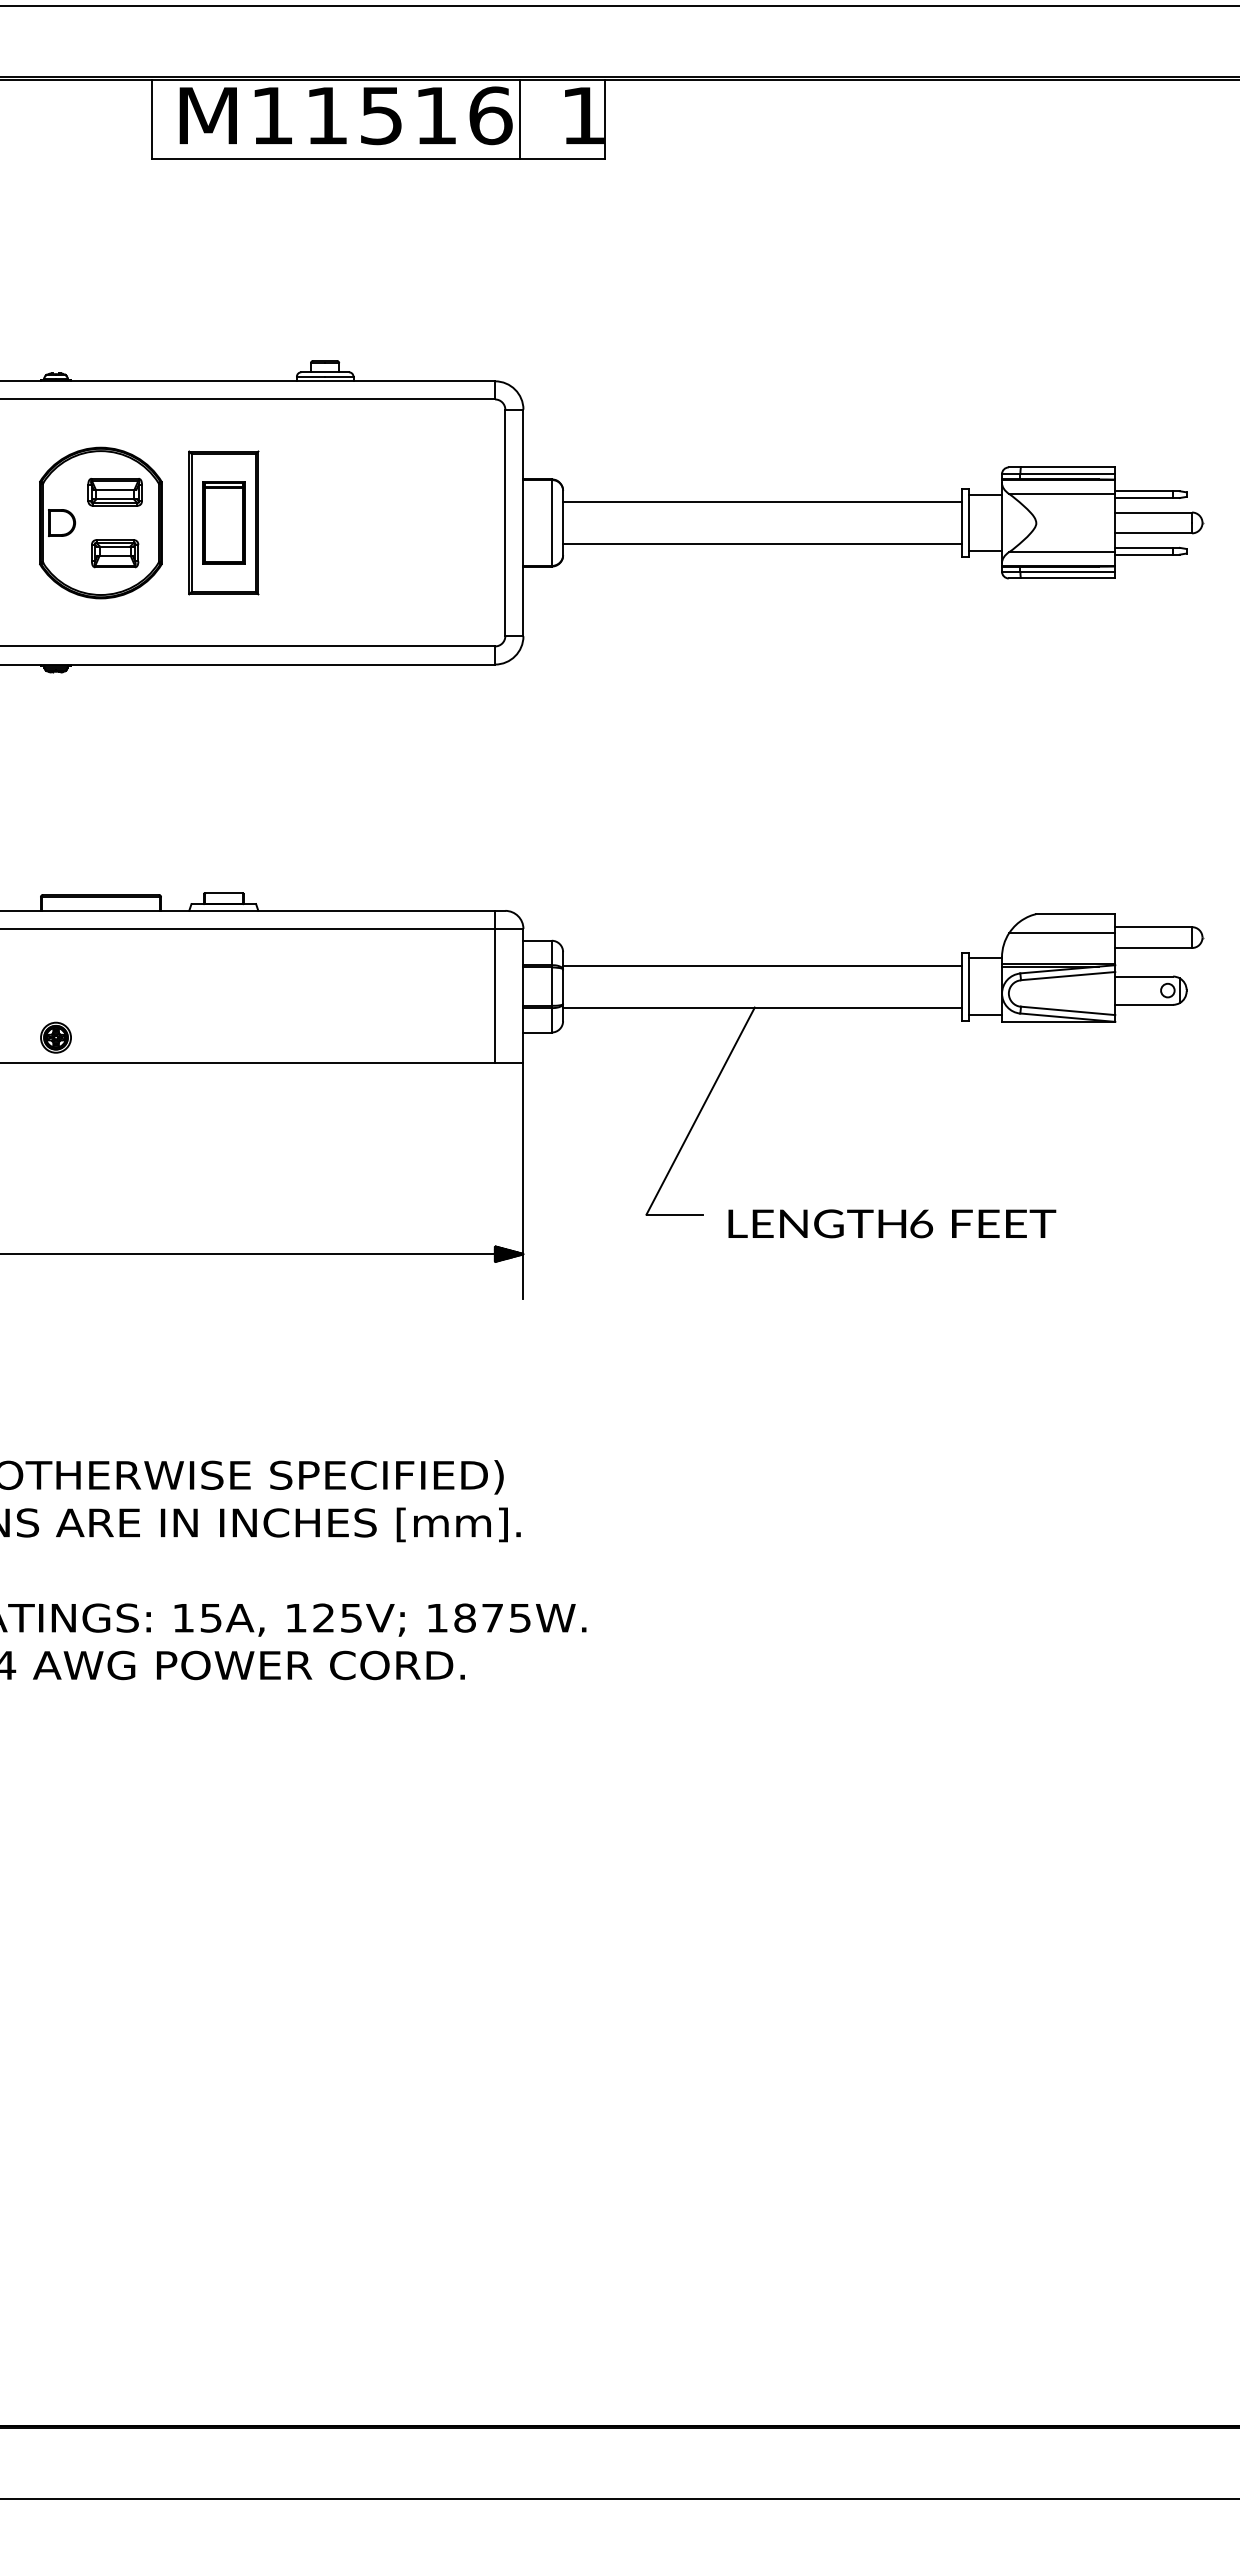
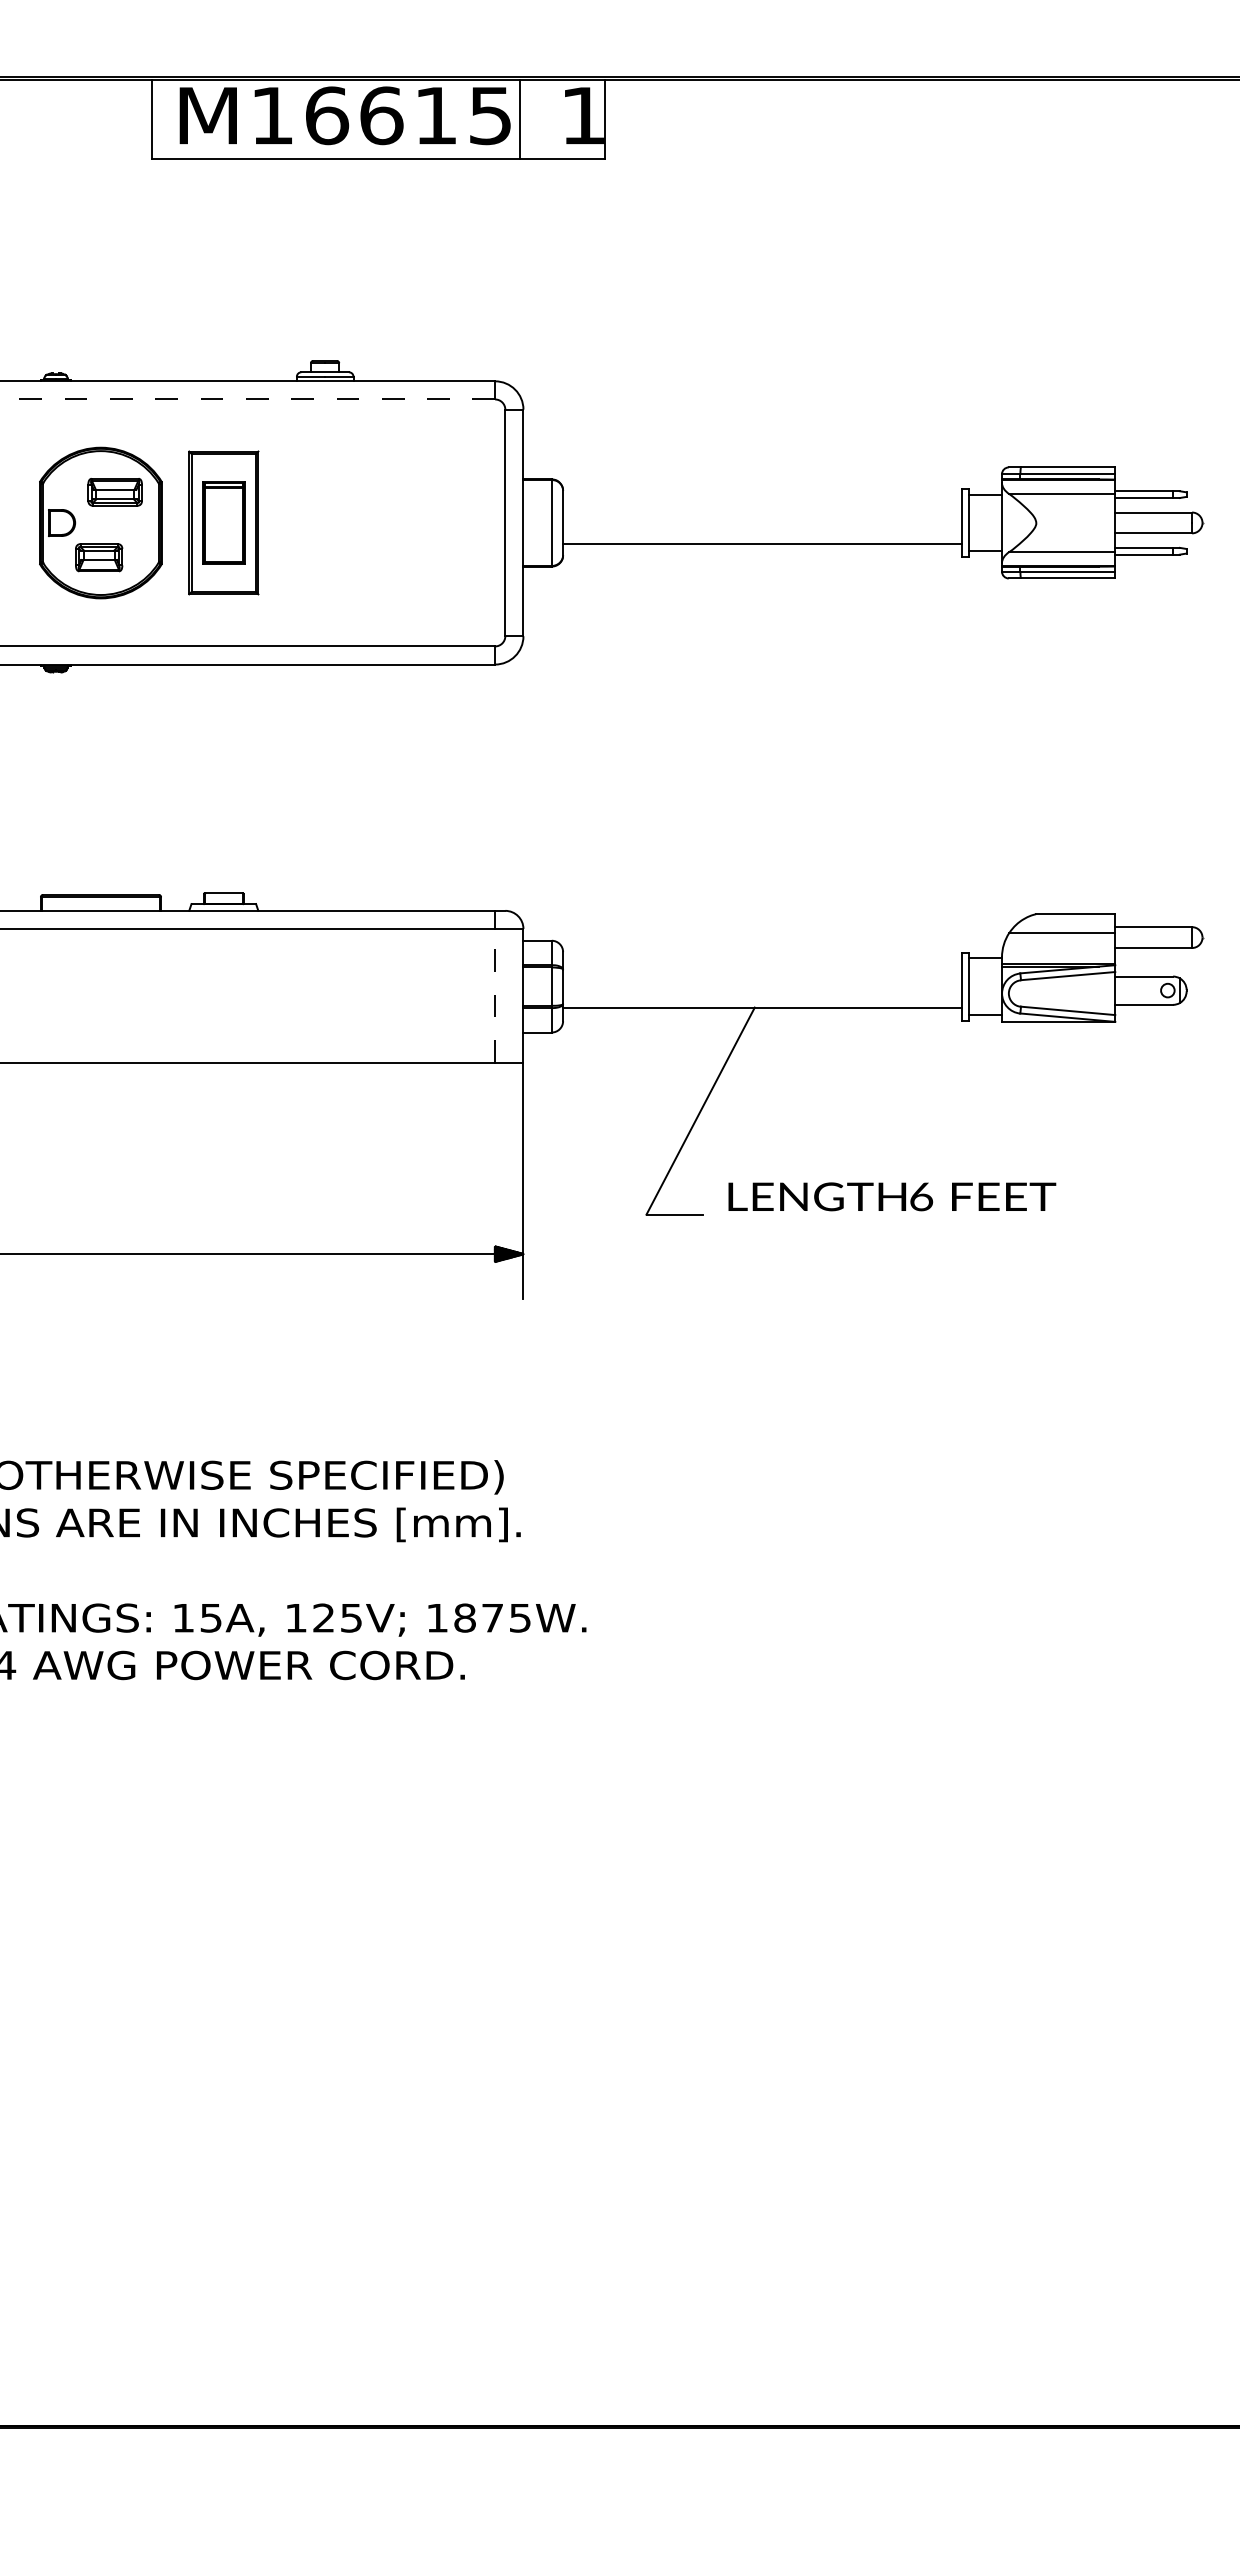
line at (619, 6): present -> none
text at (409, 115): M11516 -> M16615
line at (247, 399): solid -> dashed
line at (762, 502): present -> none
part at (115, 553) position: (115, 553) -> (99, 557)
line at (762, 965): present -> none
line at (495, 995): solid -> dashed
part at (55, 1037): present -> none
text at (892, 1223) position: (892, 1223) -> (892, 1196)
line at (619, 2498): present -> none
